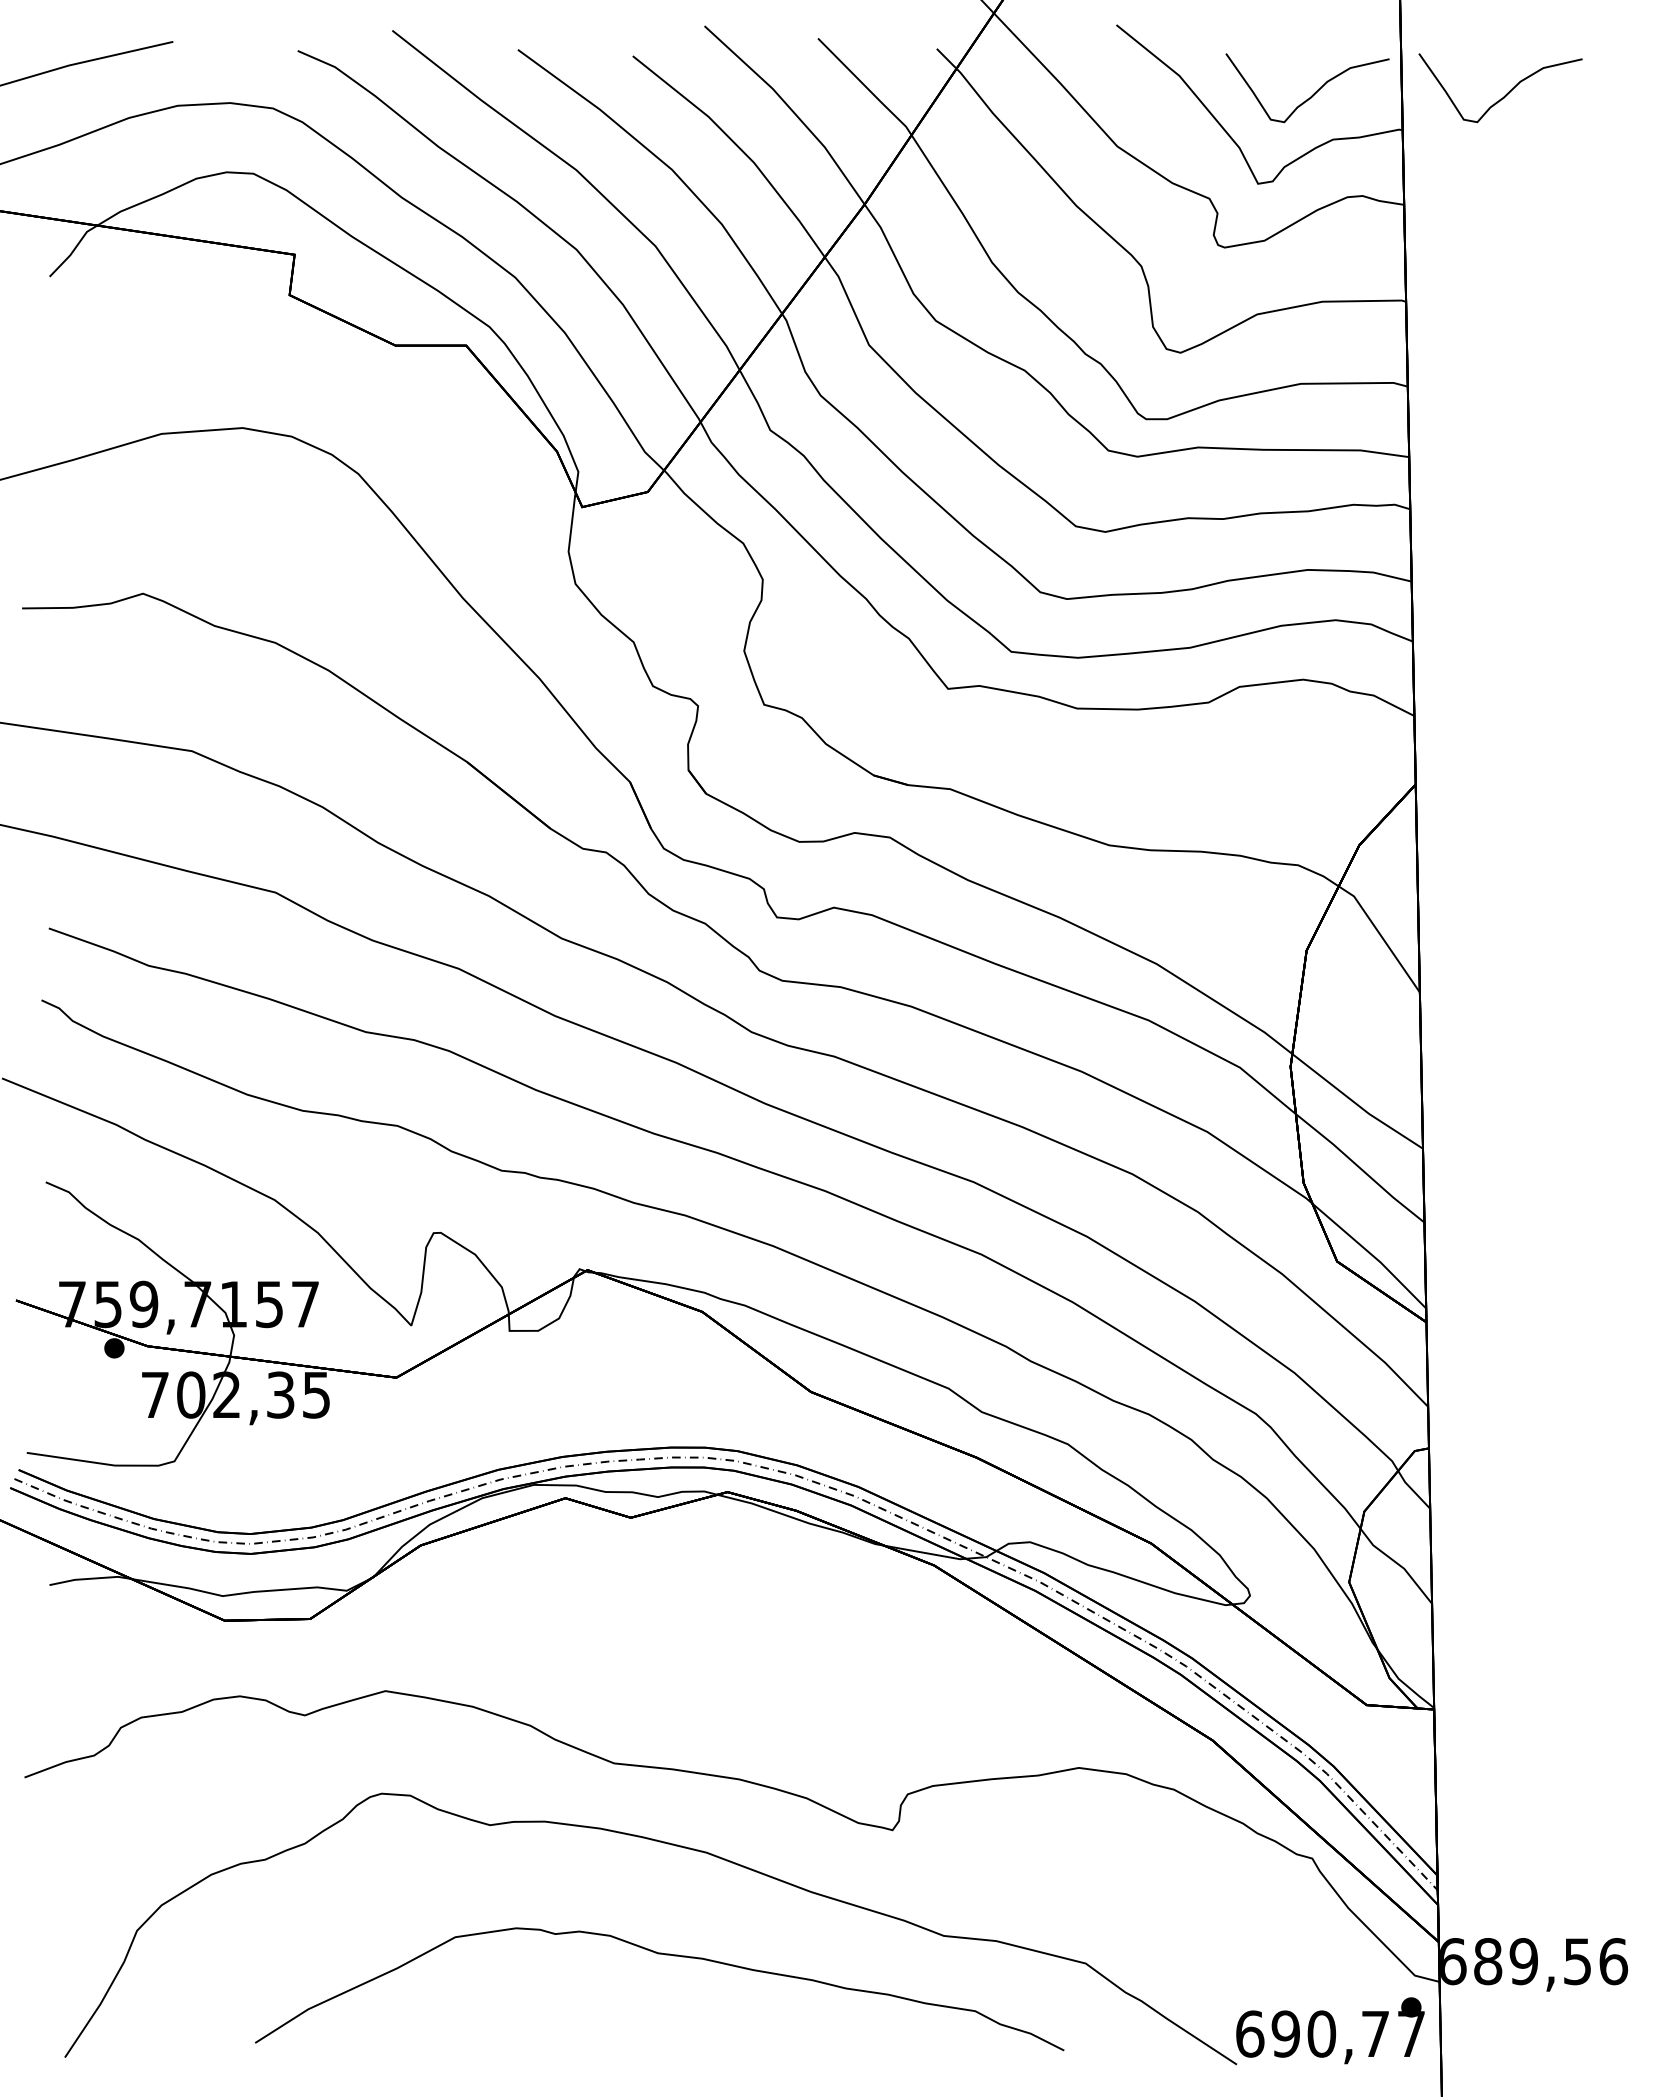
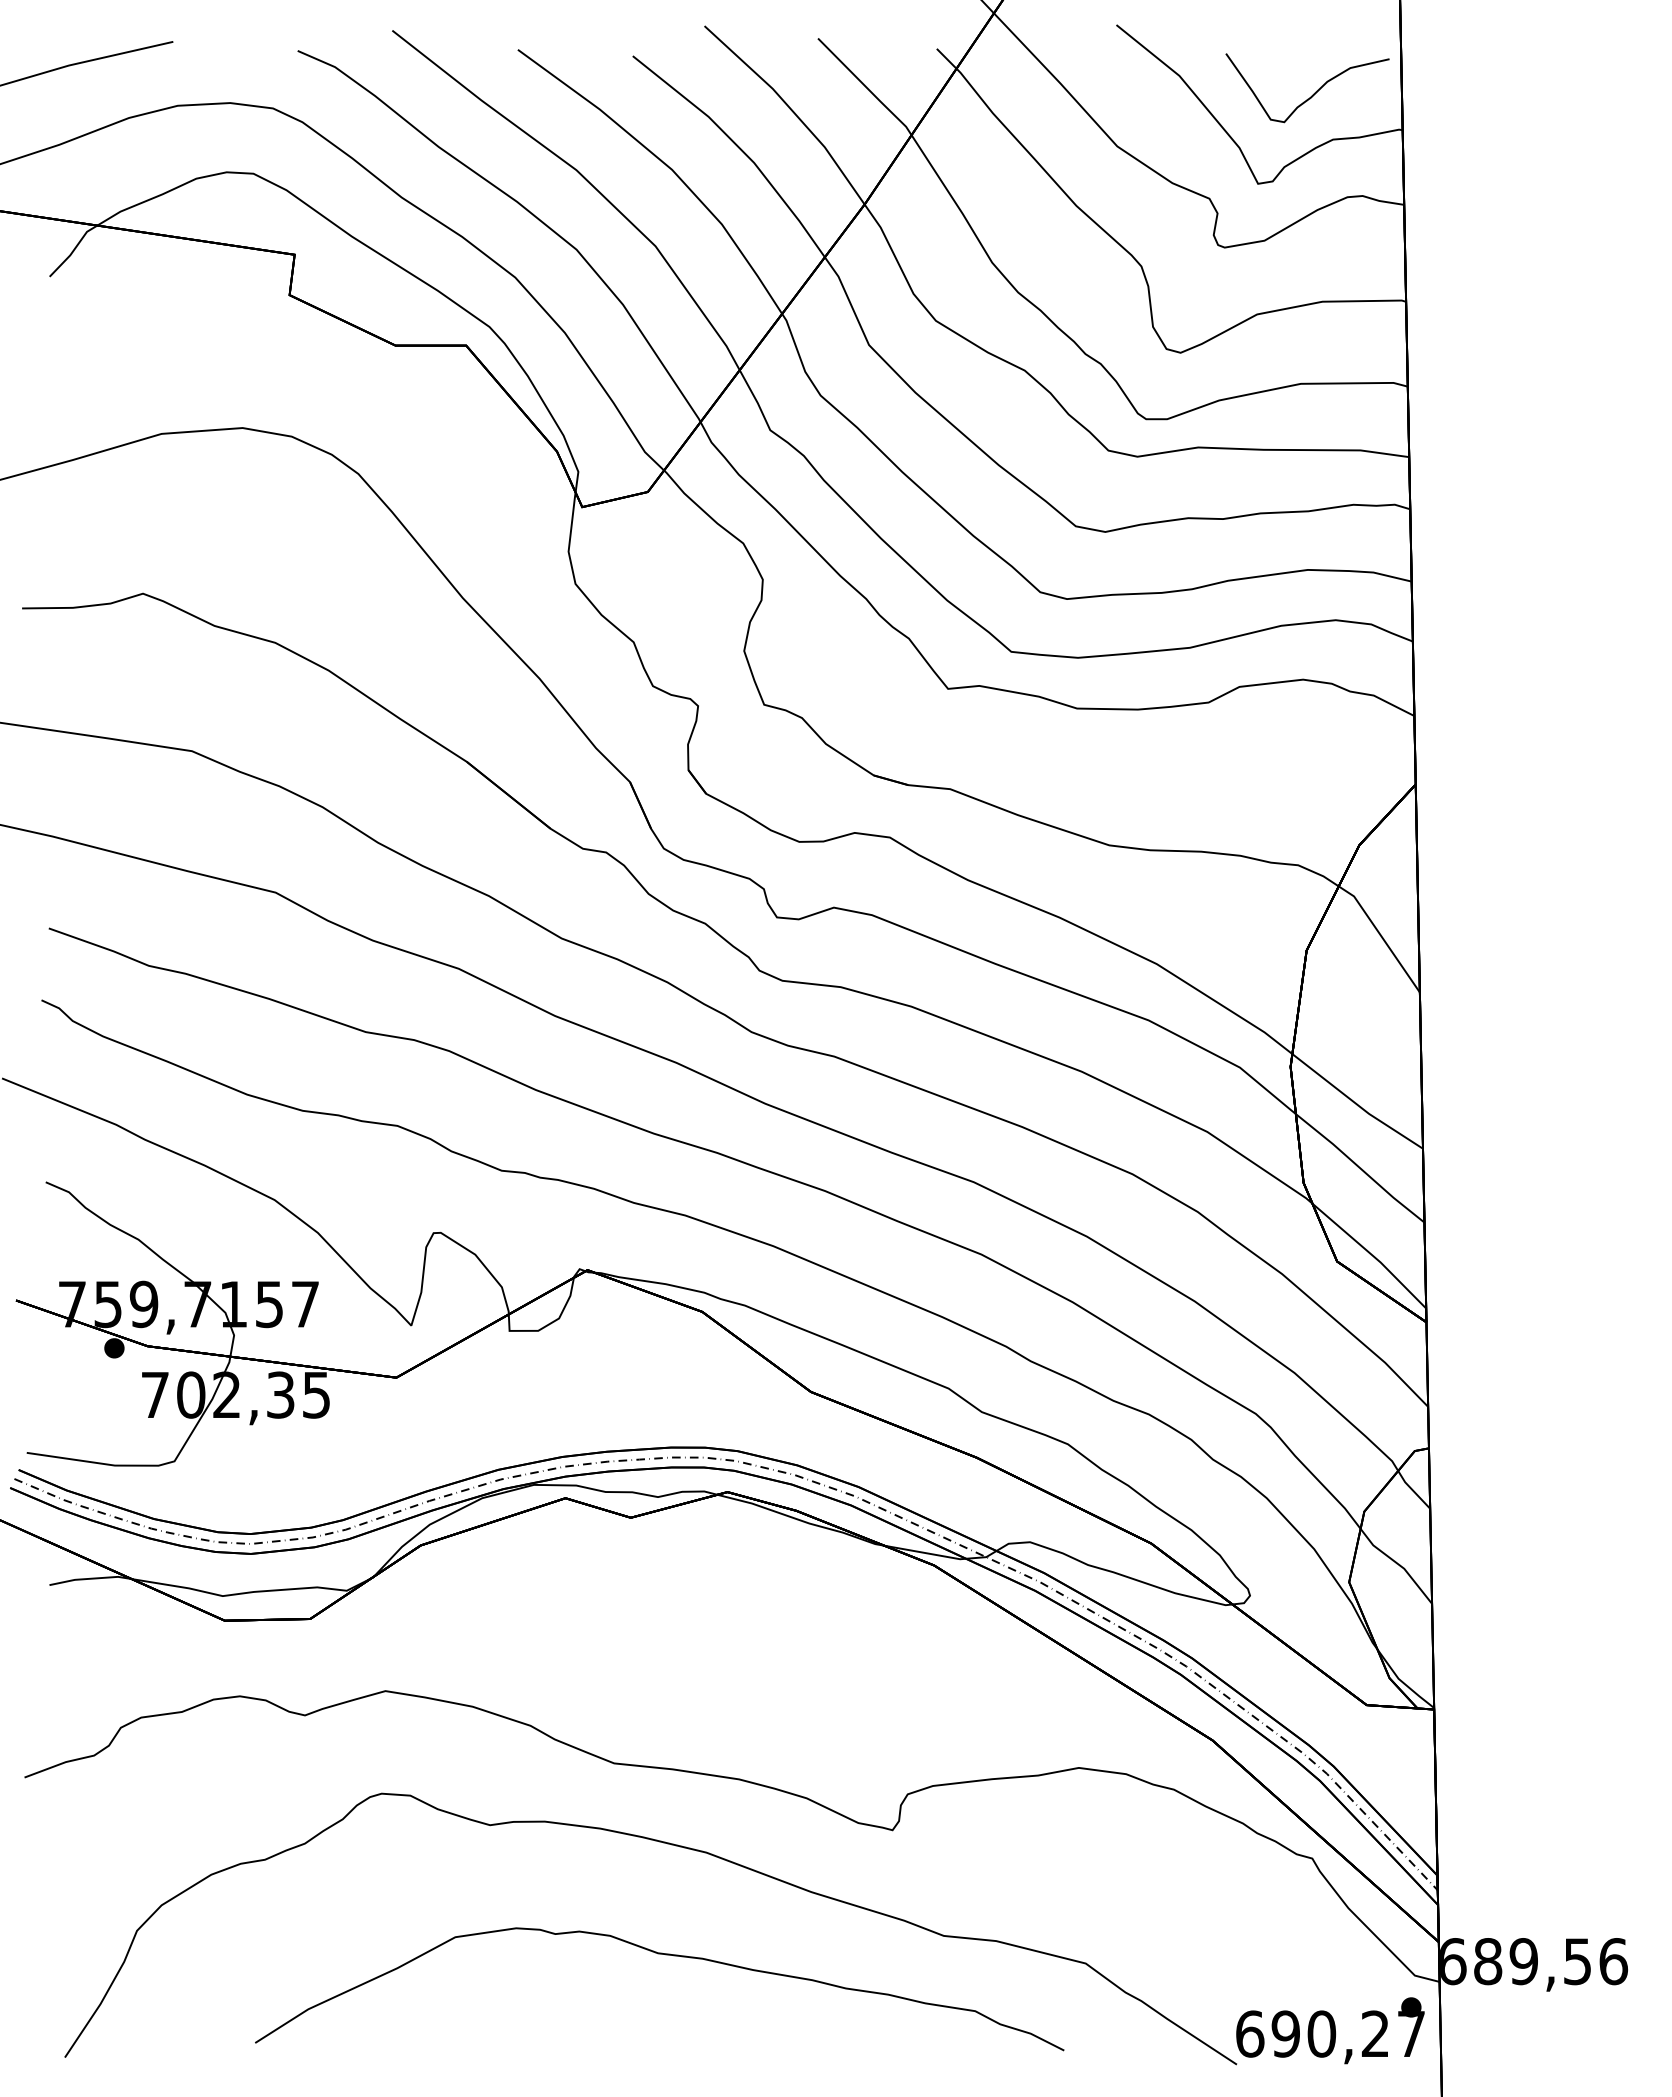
curve at (1506, 93): present -> none
text at (1374, 2033): 690,77 -> 690,27
